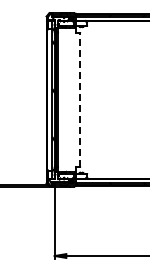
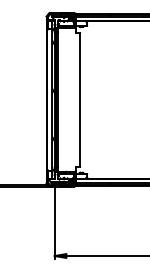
line at (80, 99): dashed -> solid
